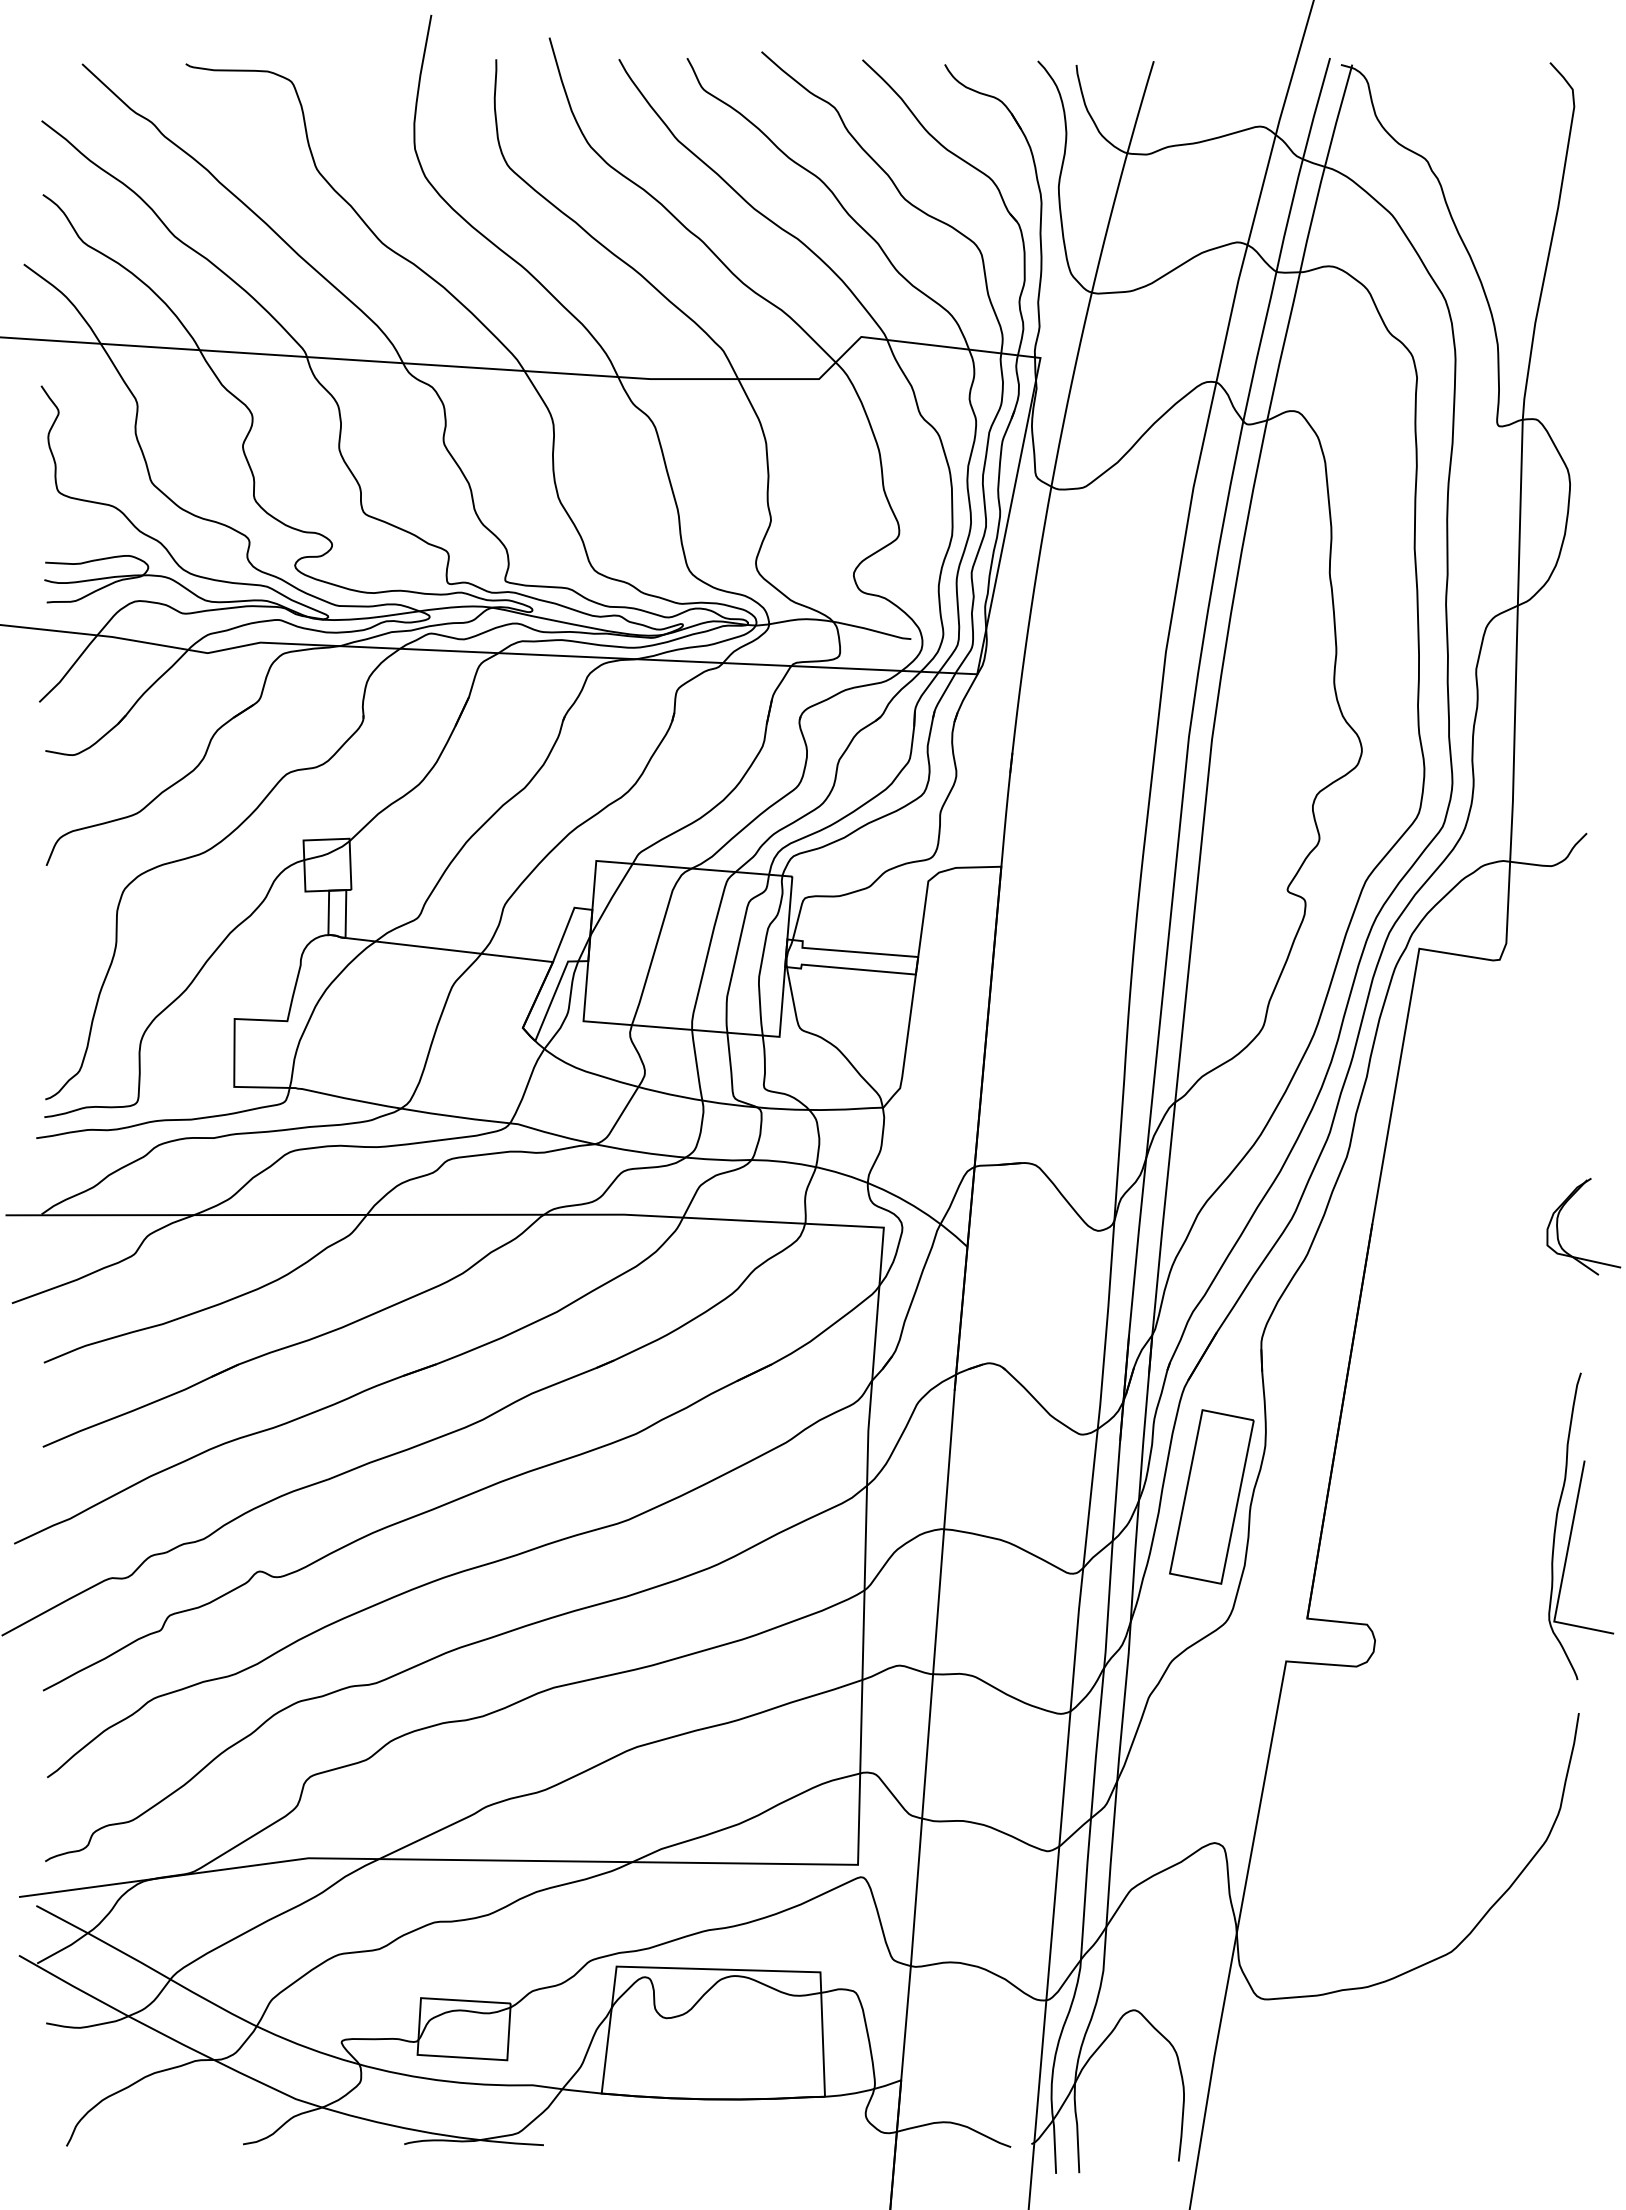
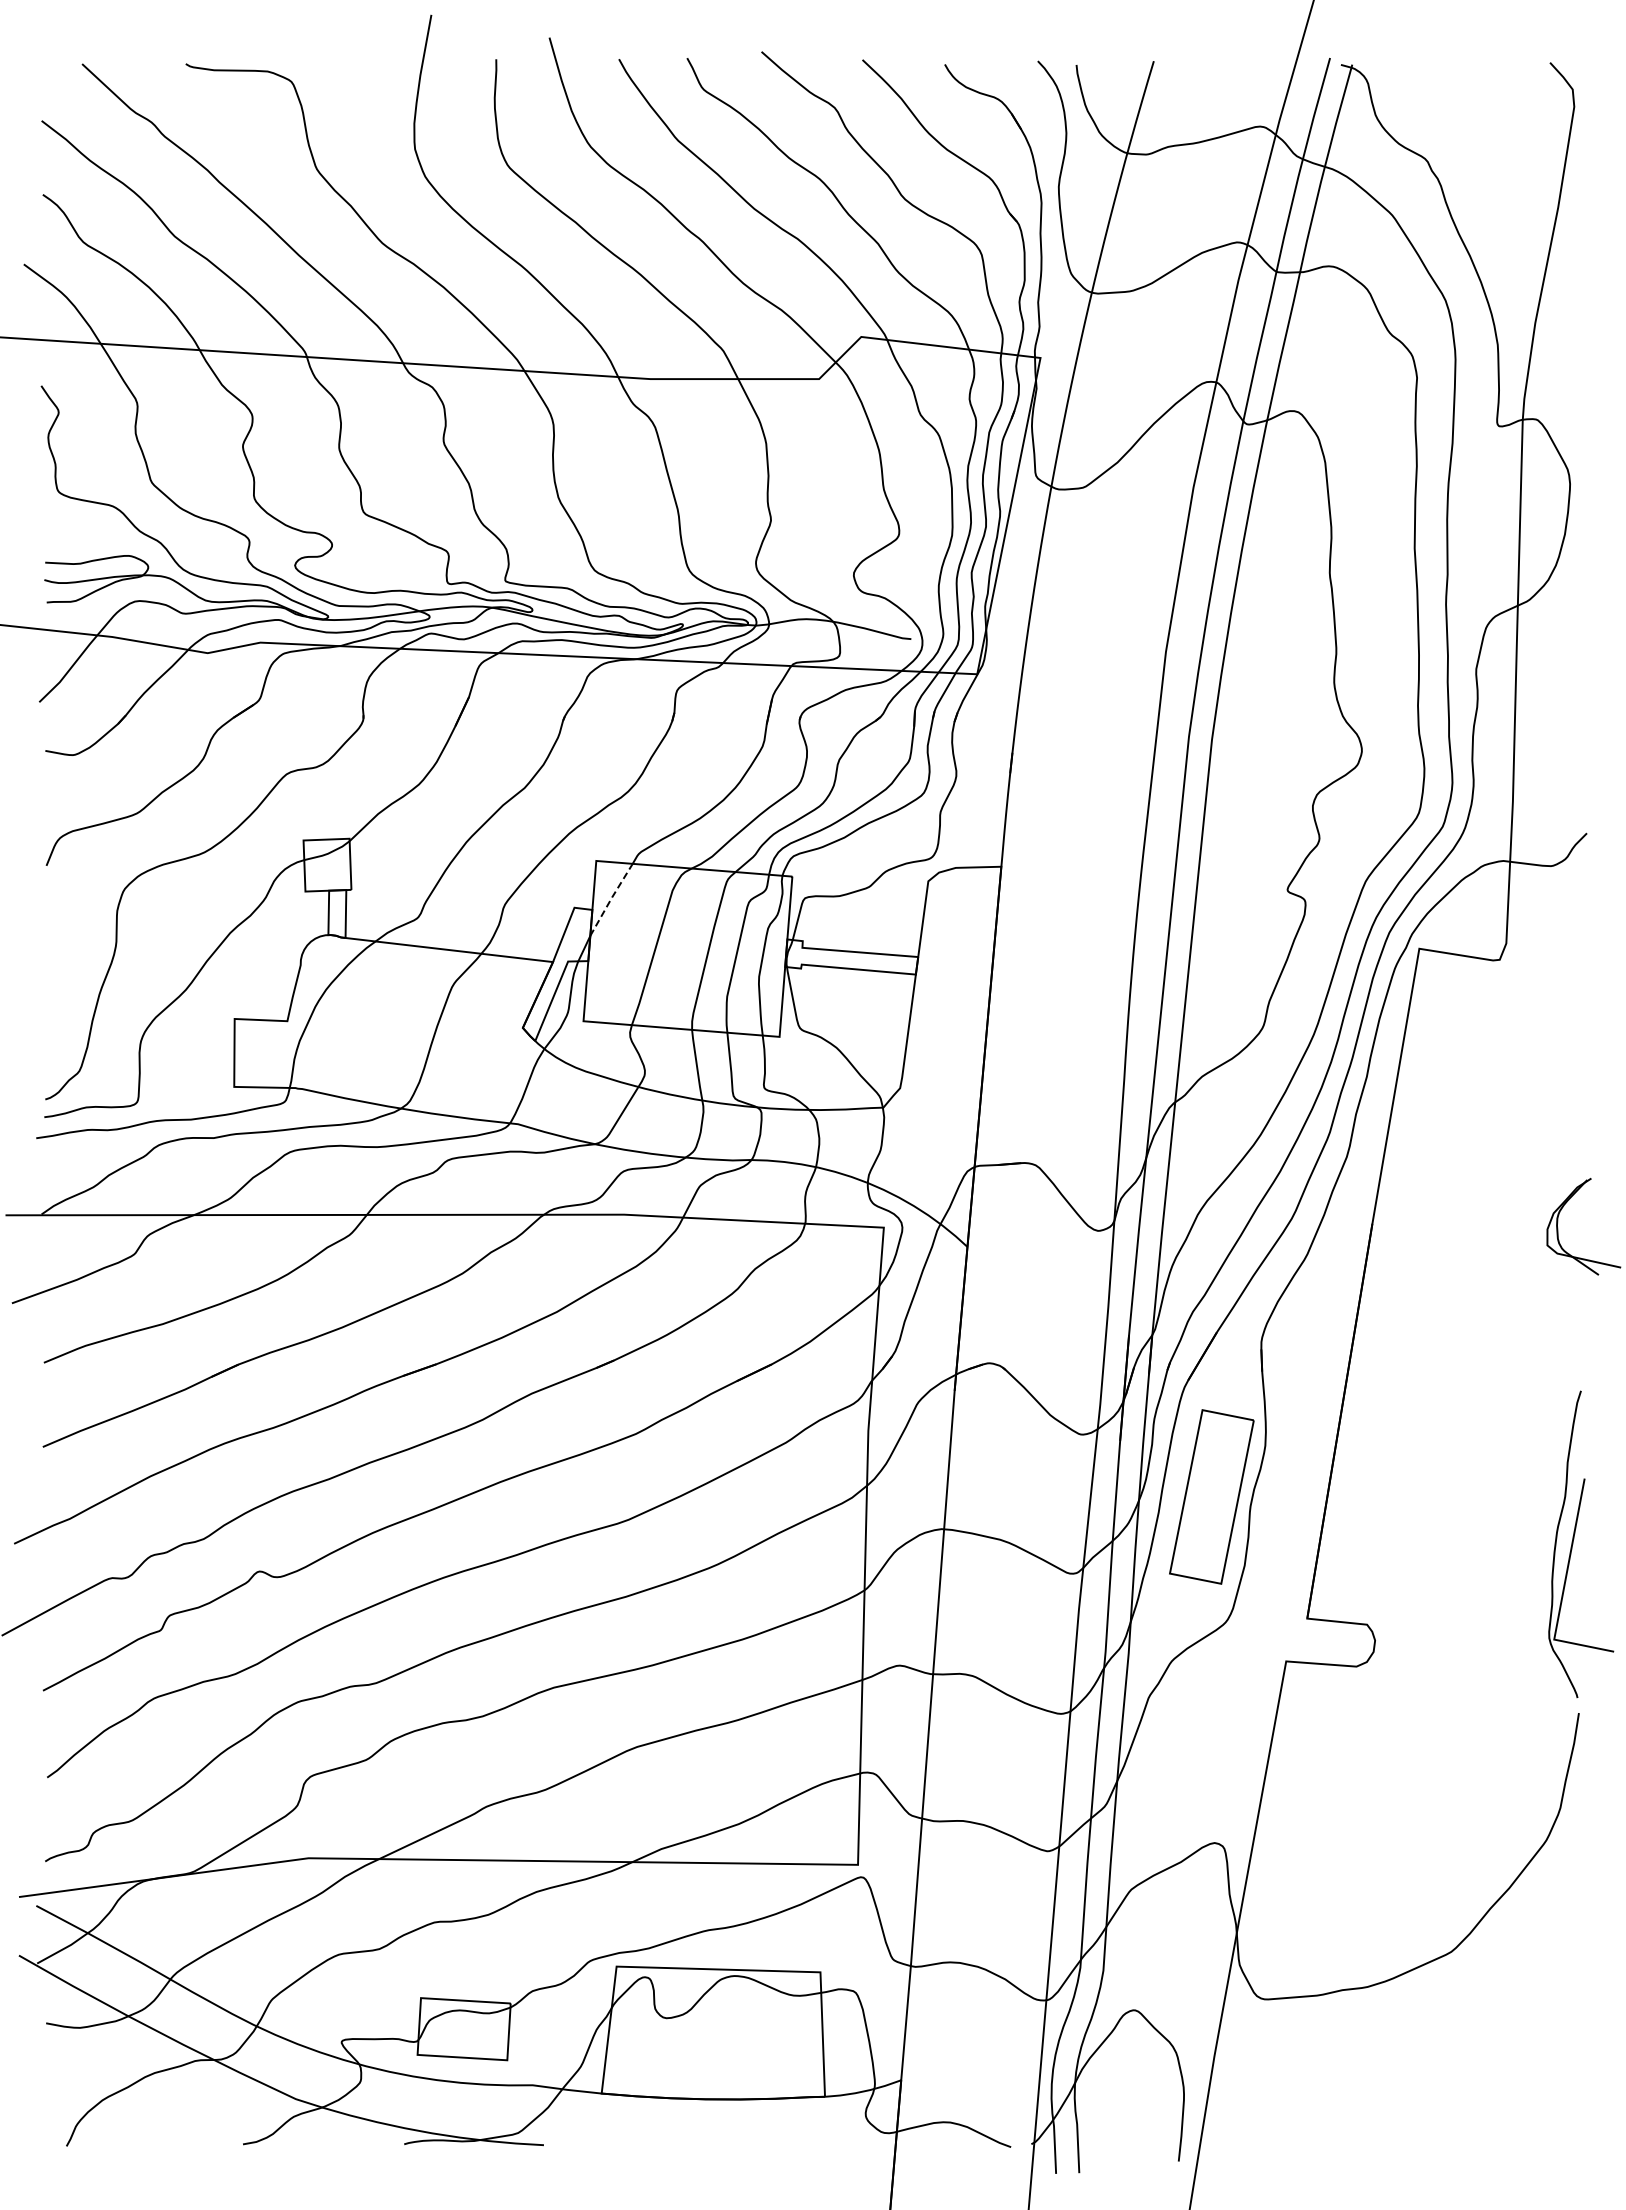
line at (611, 899): solid -> dashed
part at (1573, 1525) position: (1573, 1525) -> (1573, 1543)
